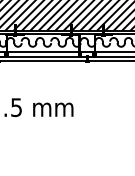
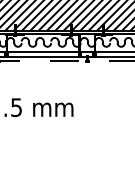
line at (67, 61): solid -> dashed
